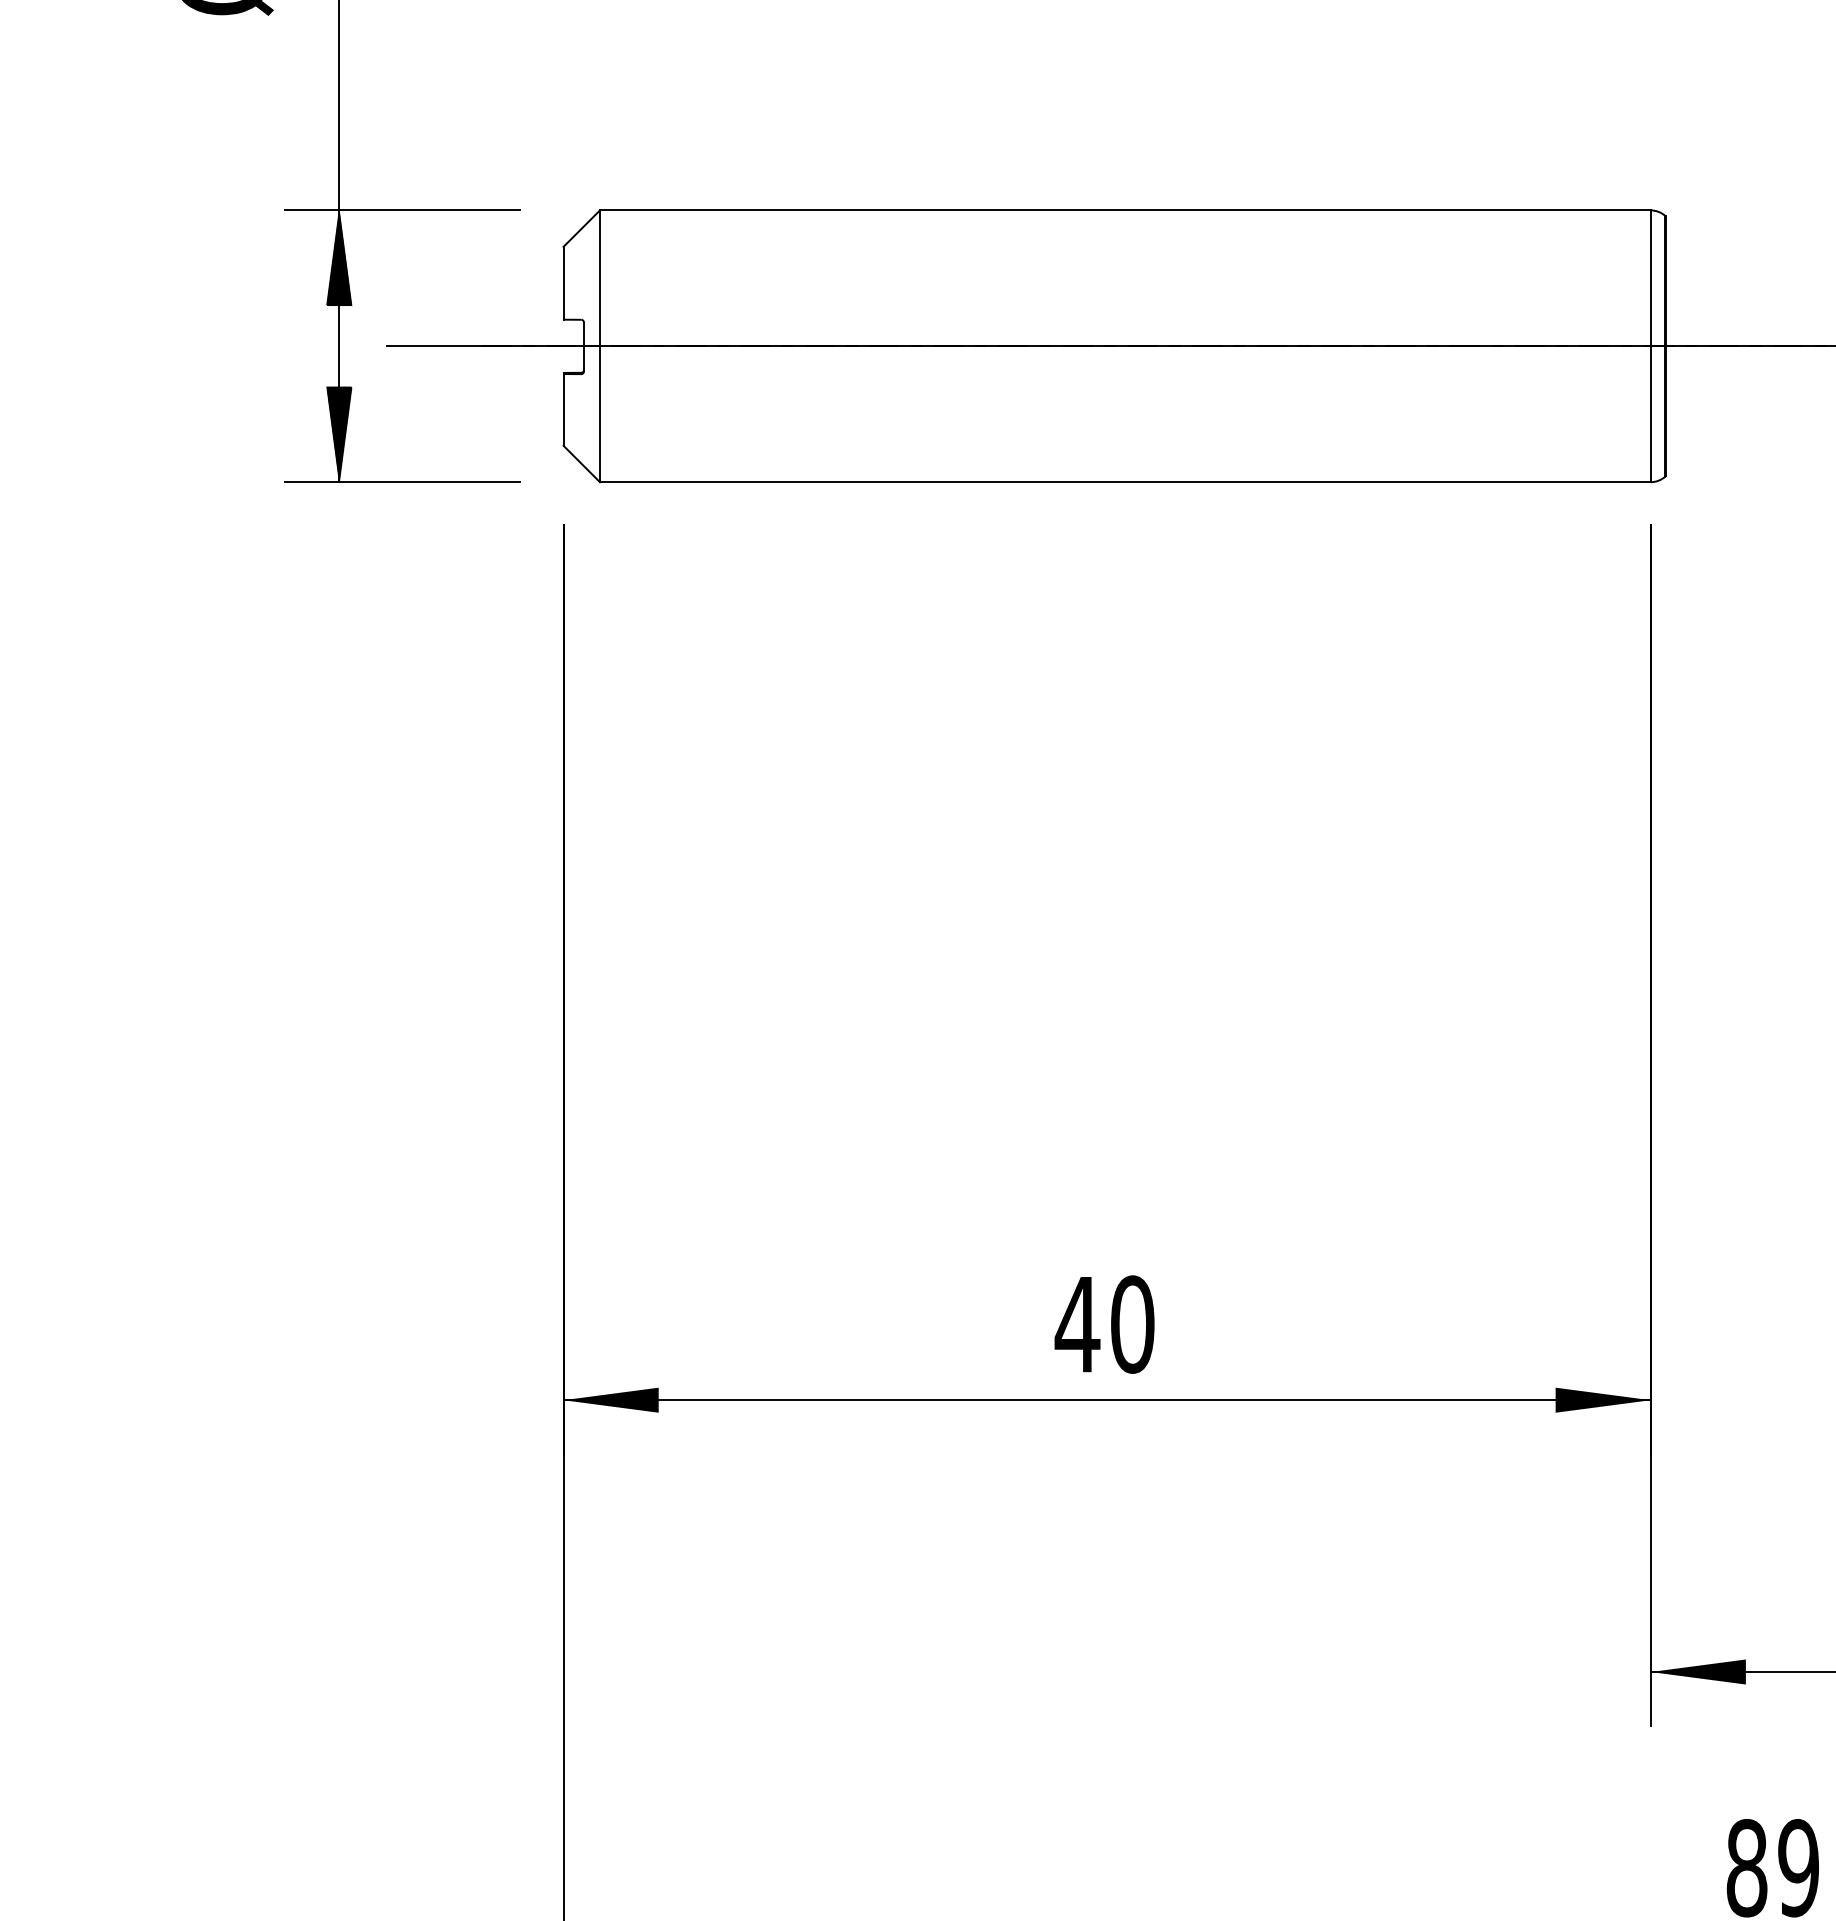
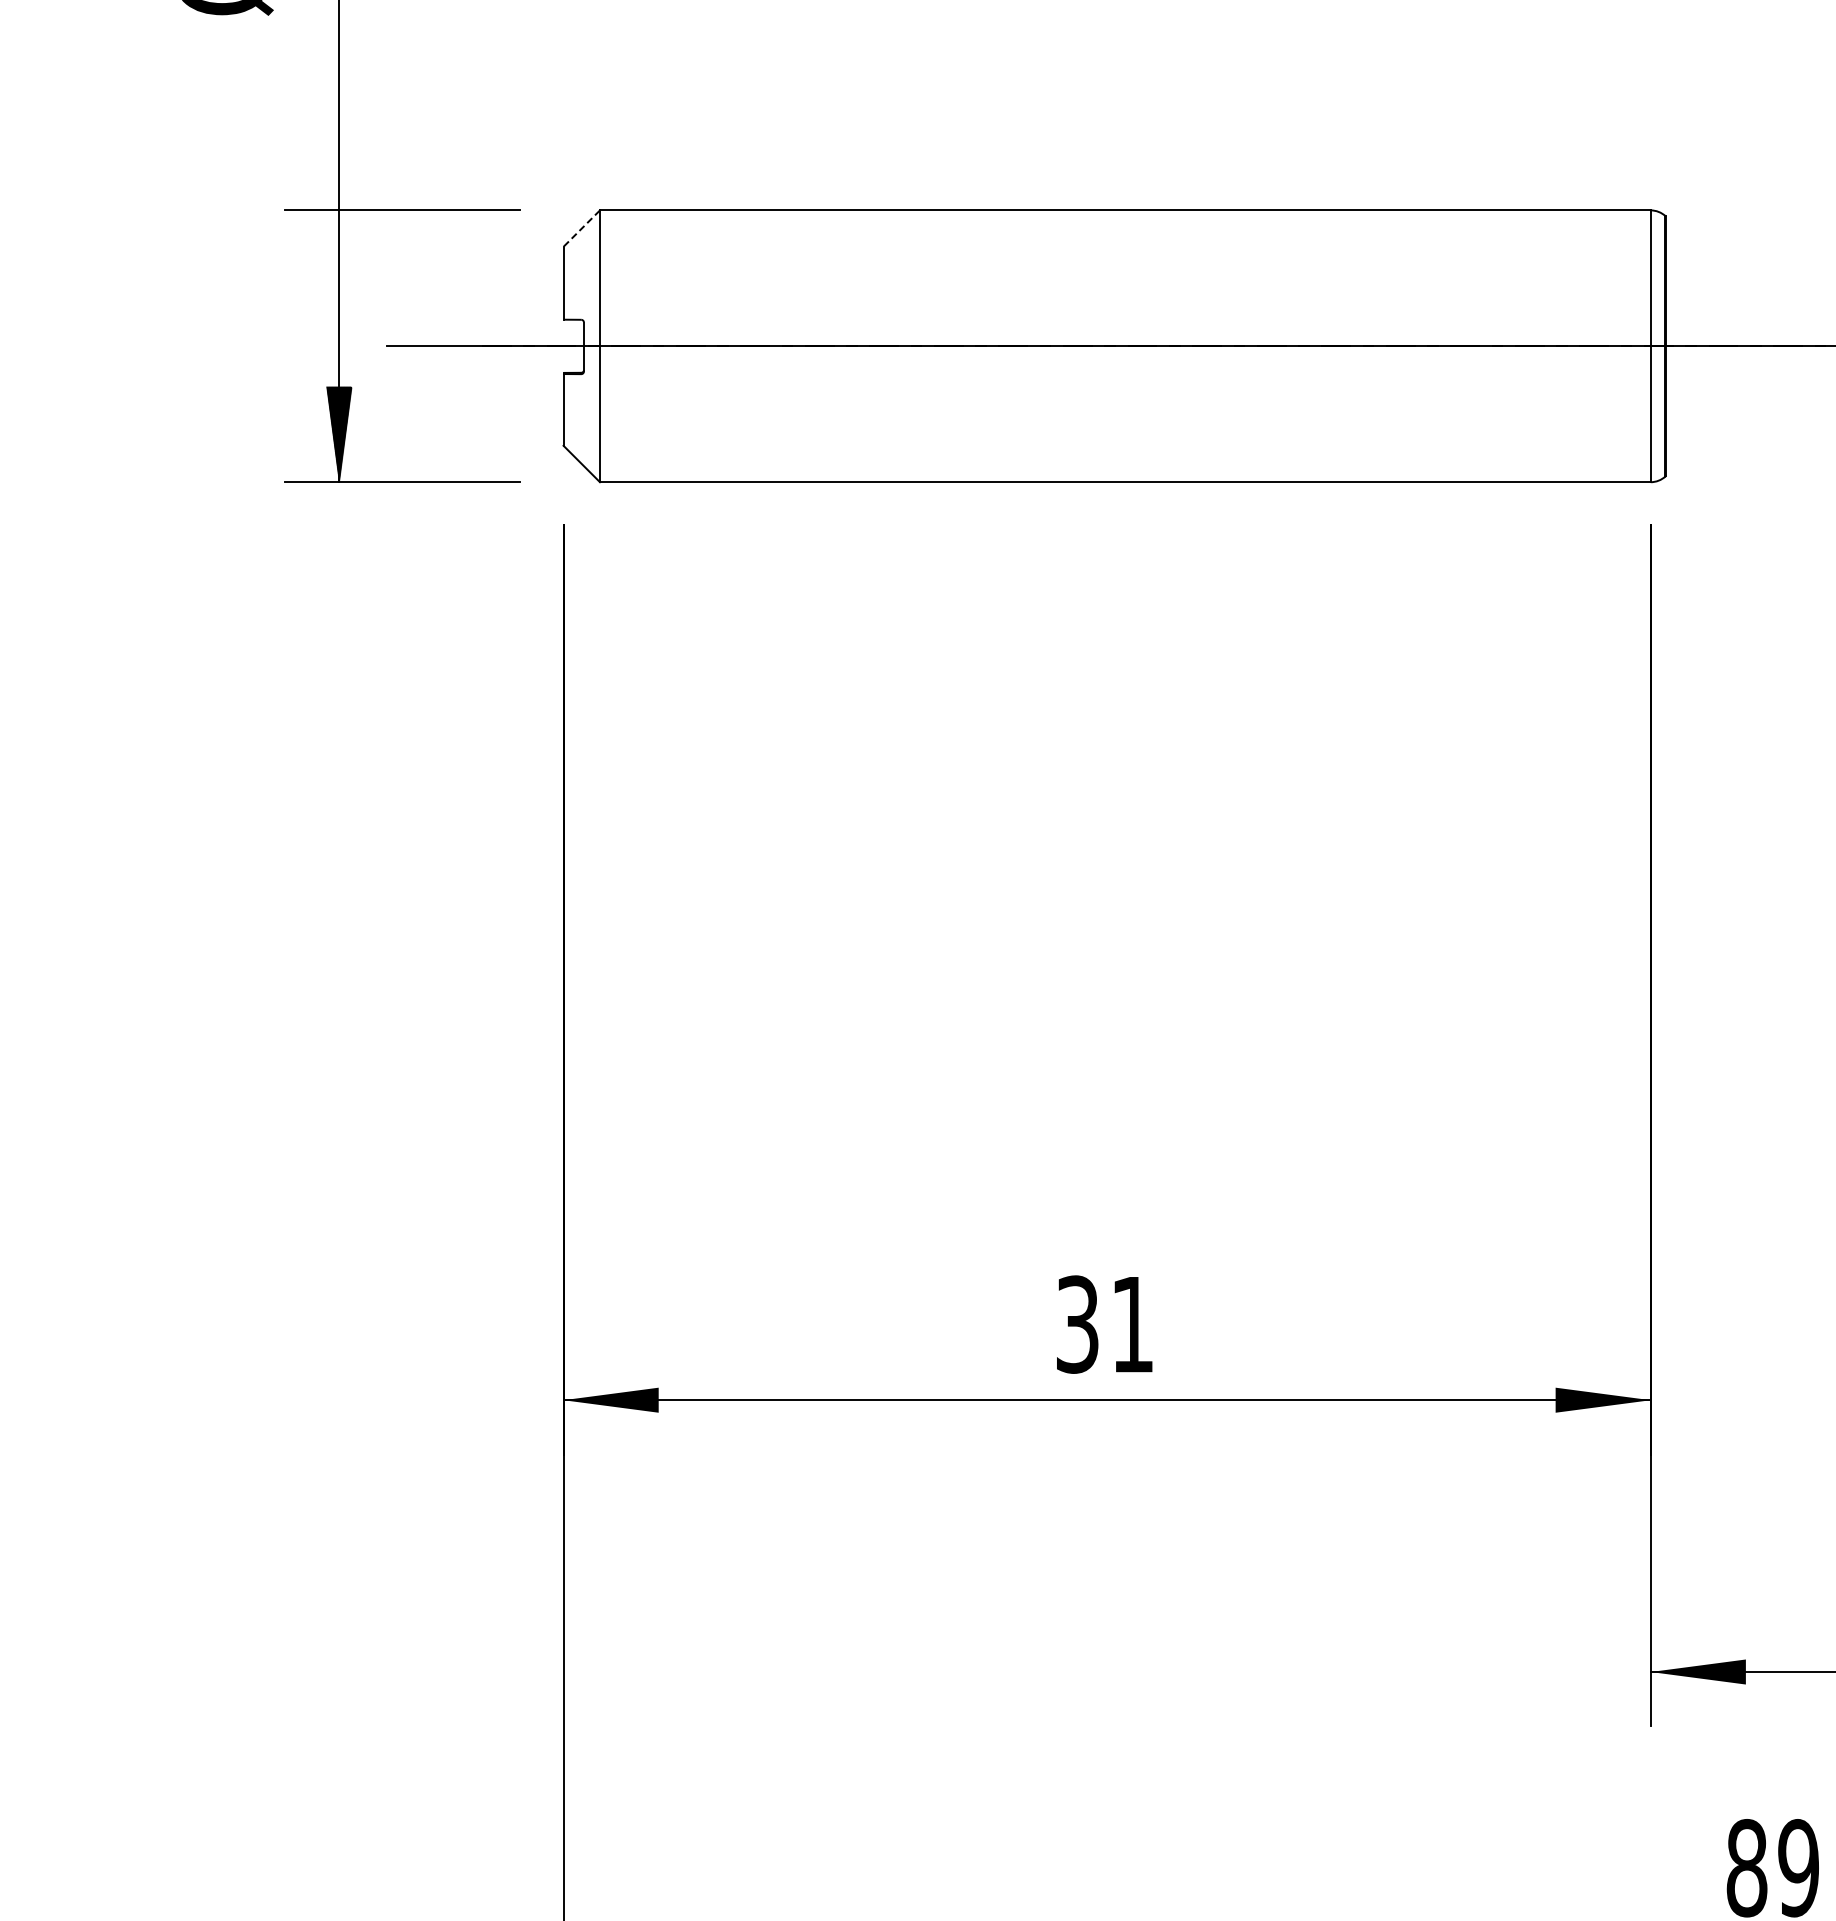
line at (581, 228): solid -> dashed
hatch at (338, 257): present -> none
text at (1104, 1324): 40 -> 31
